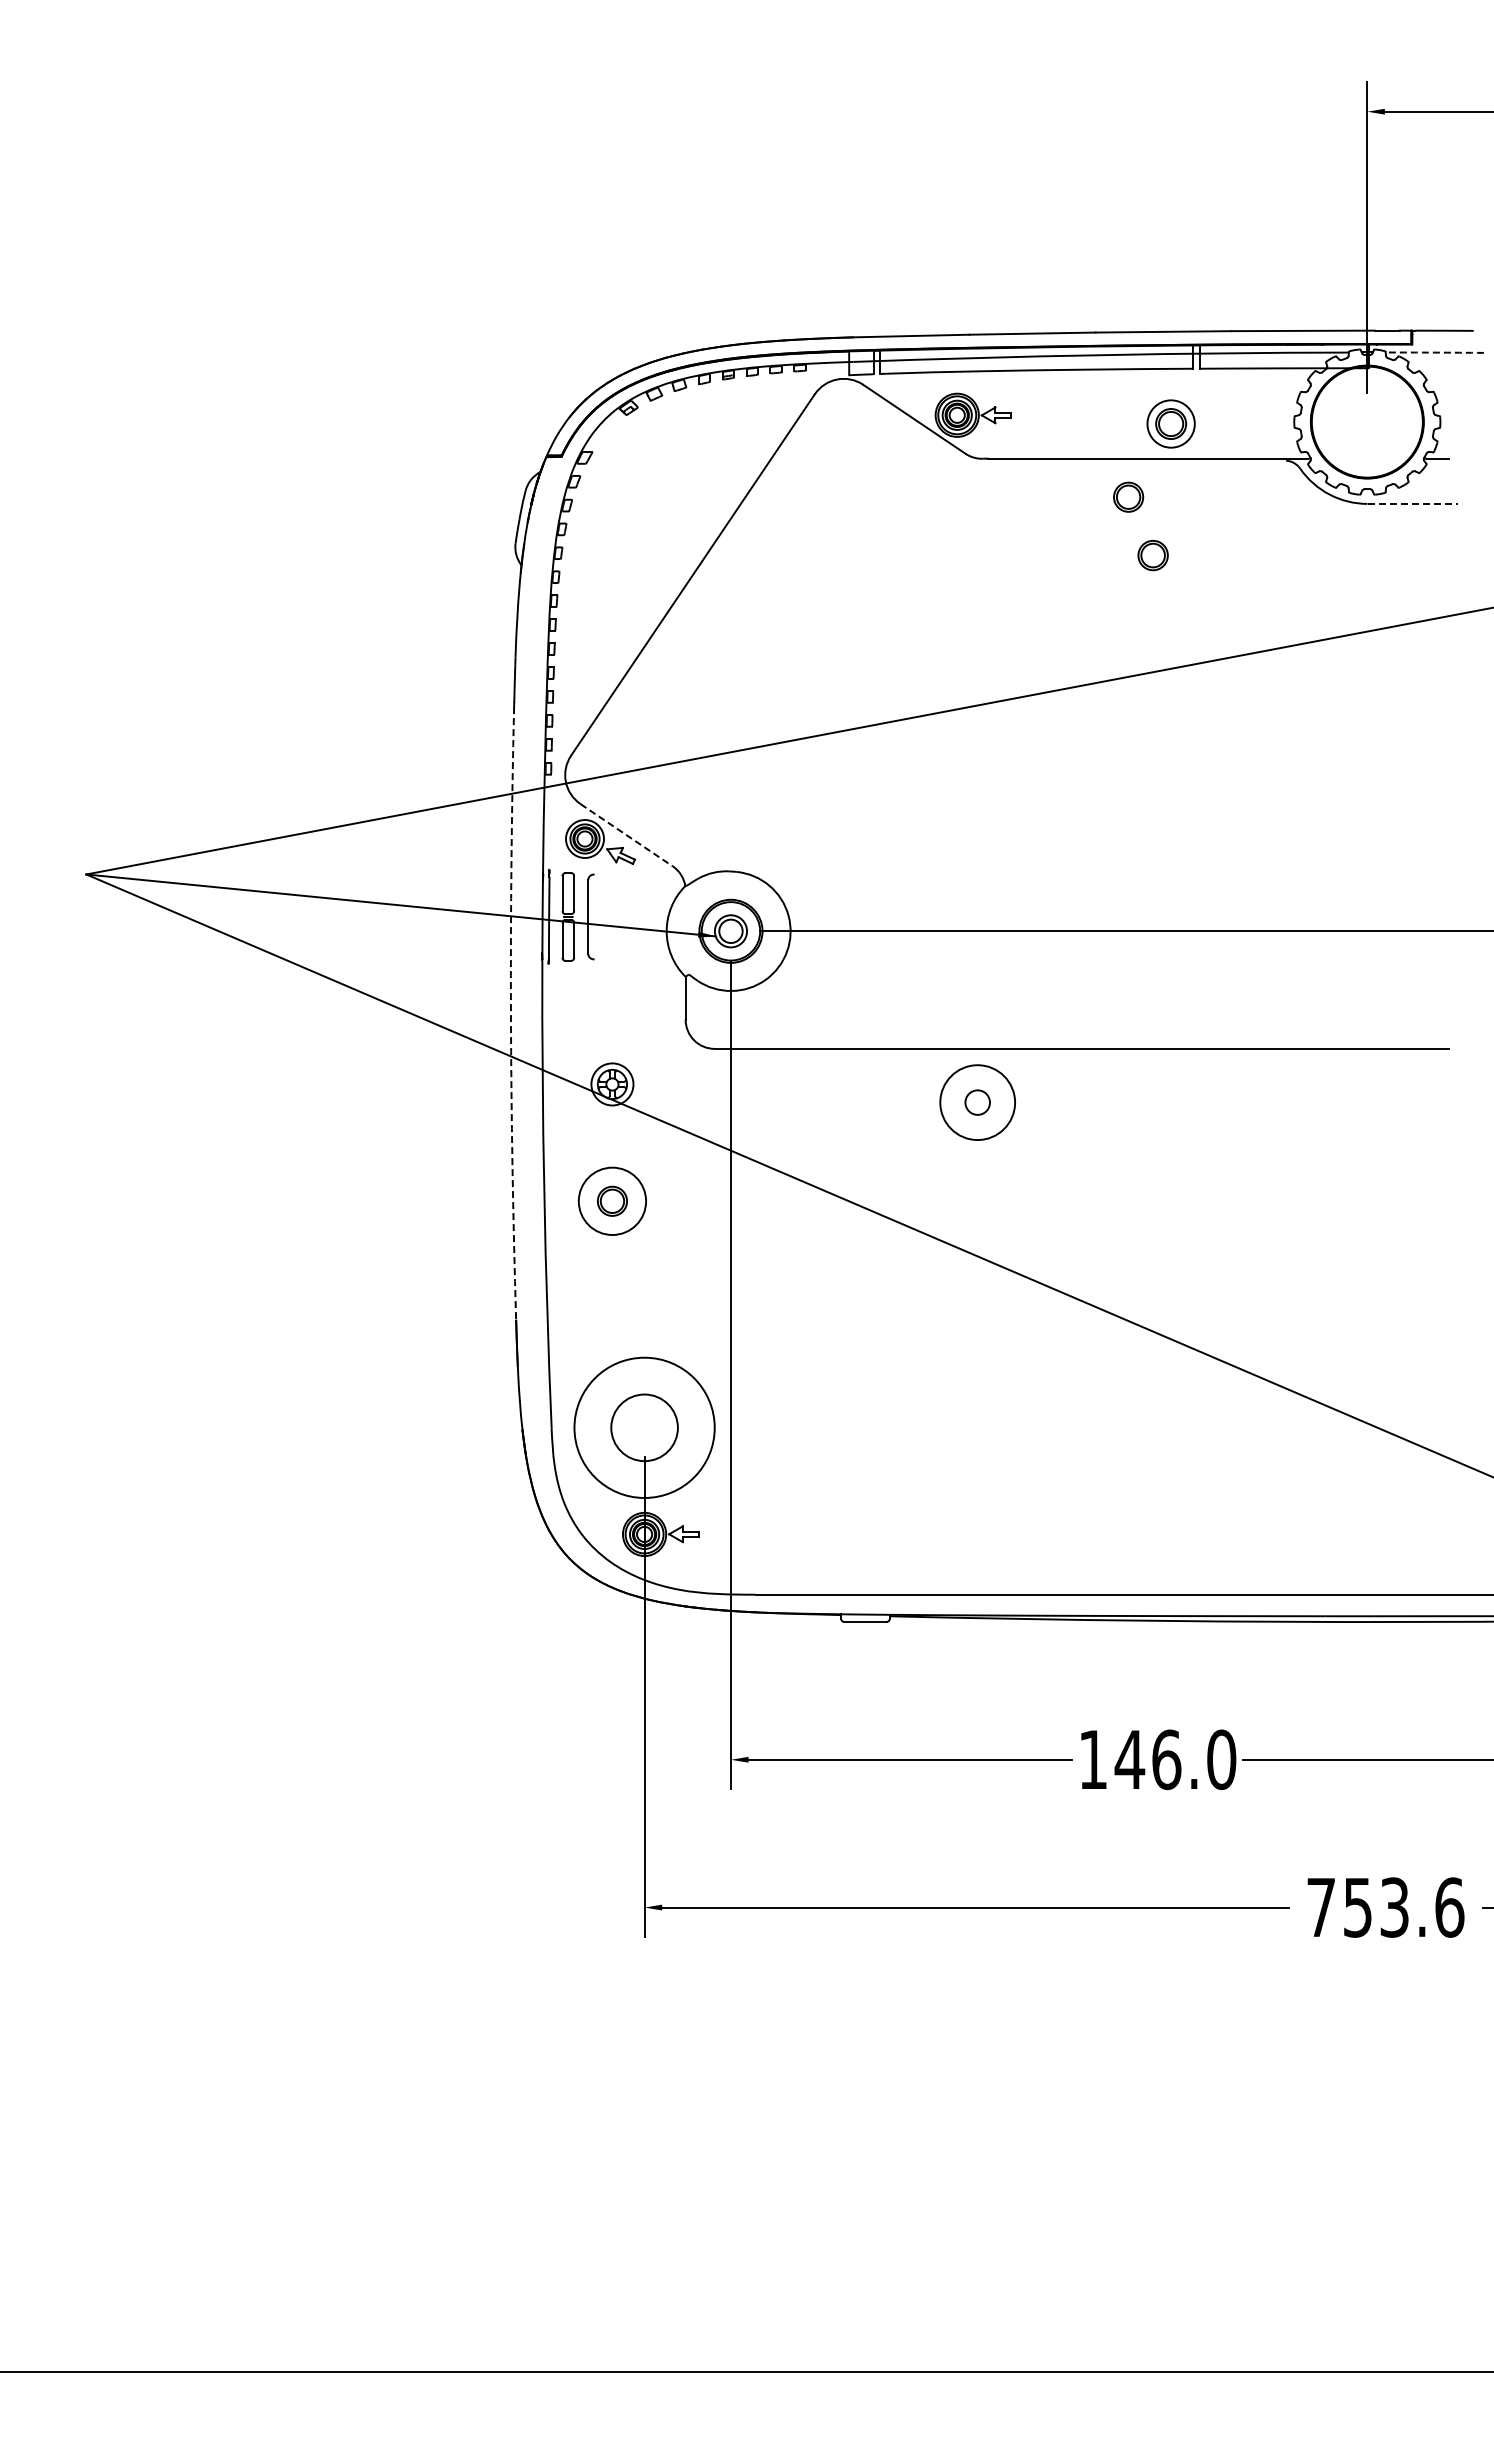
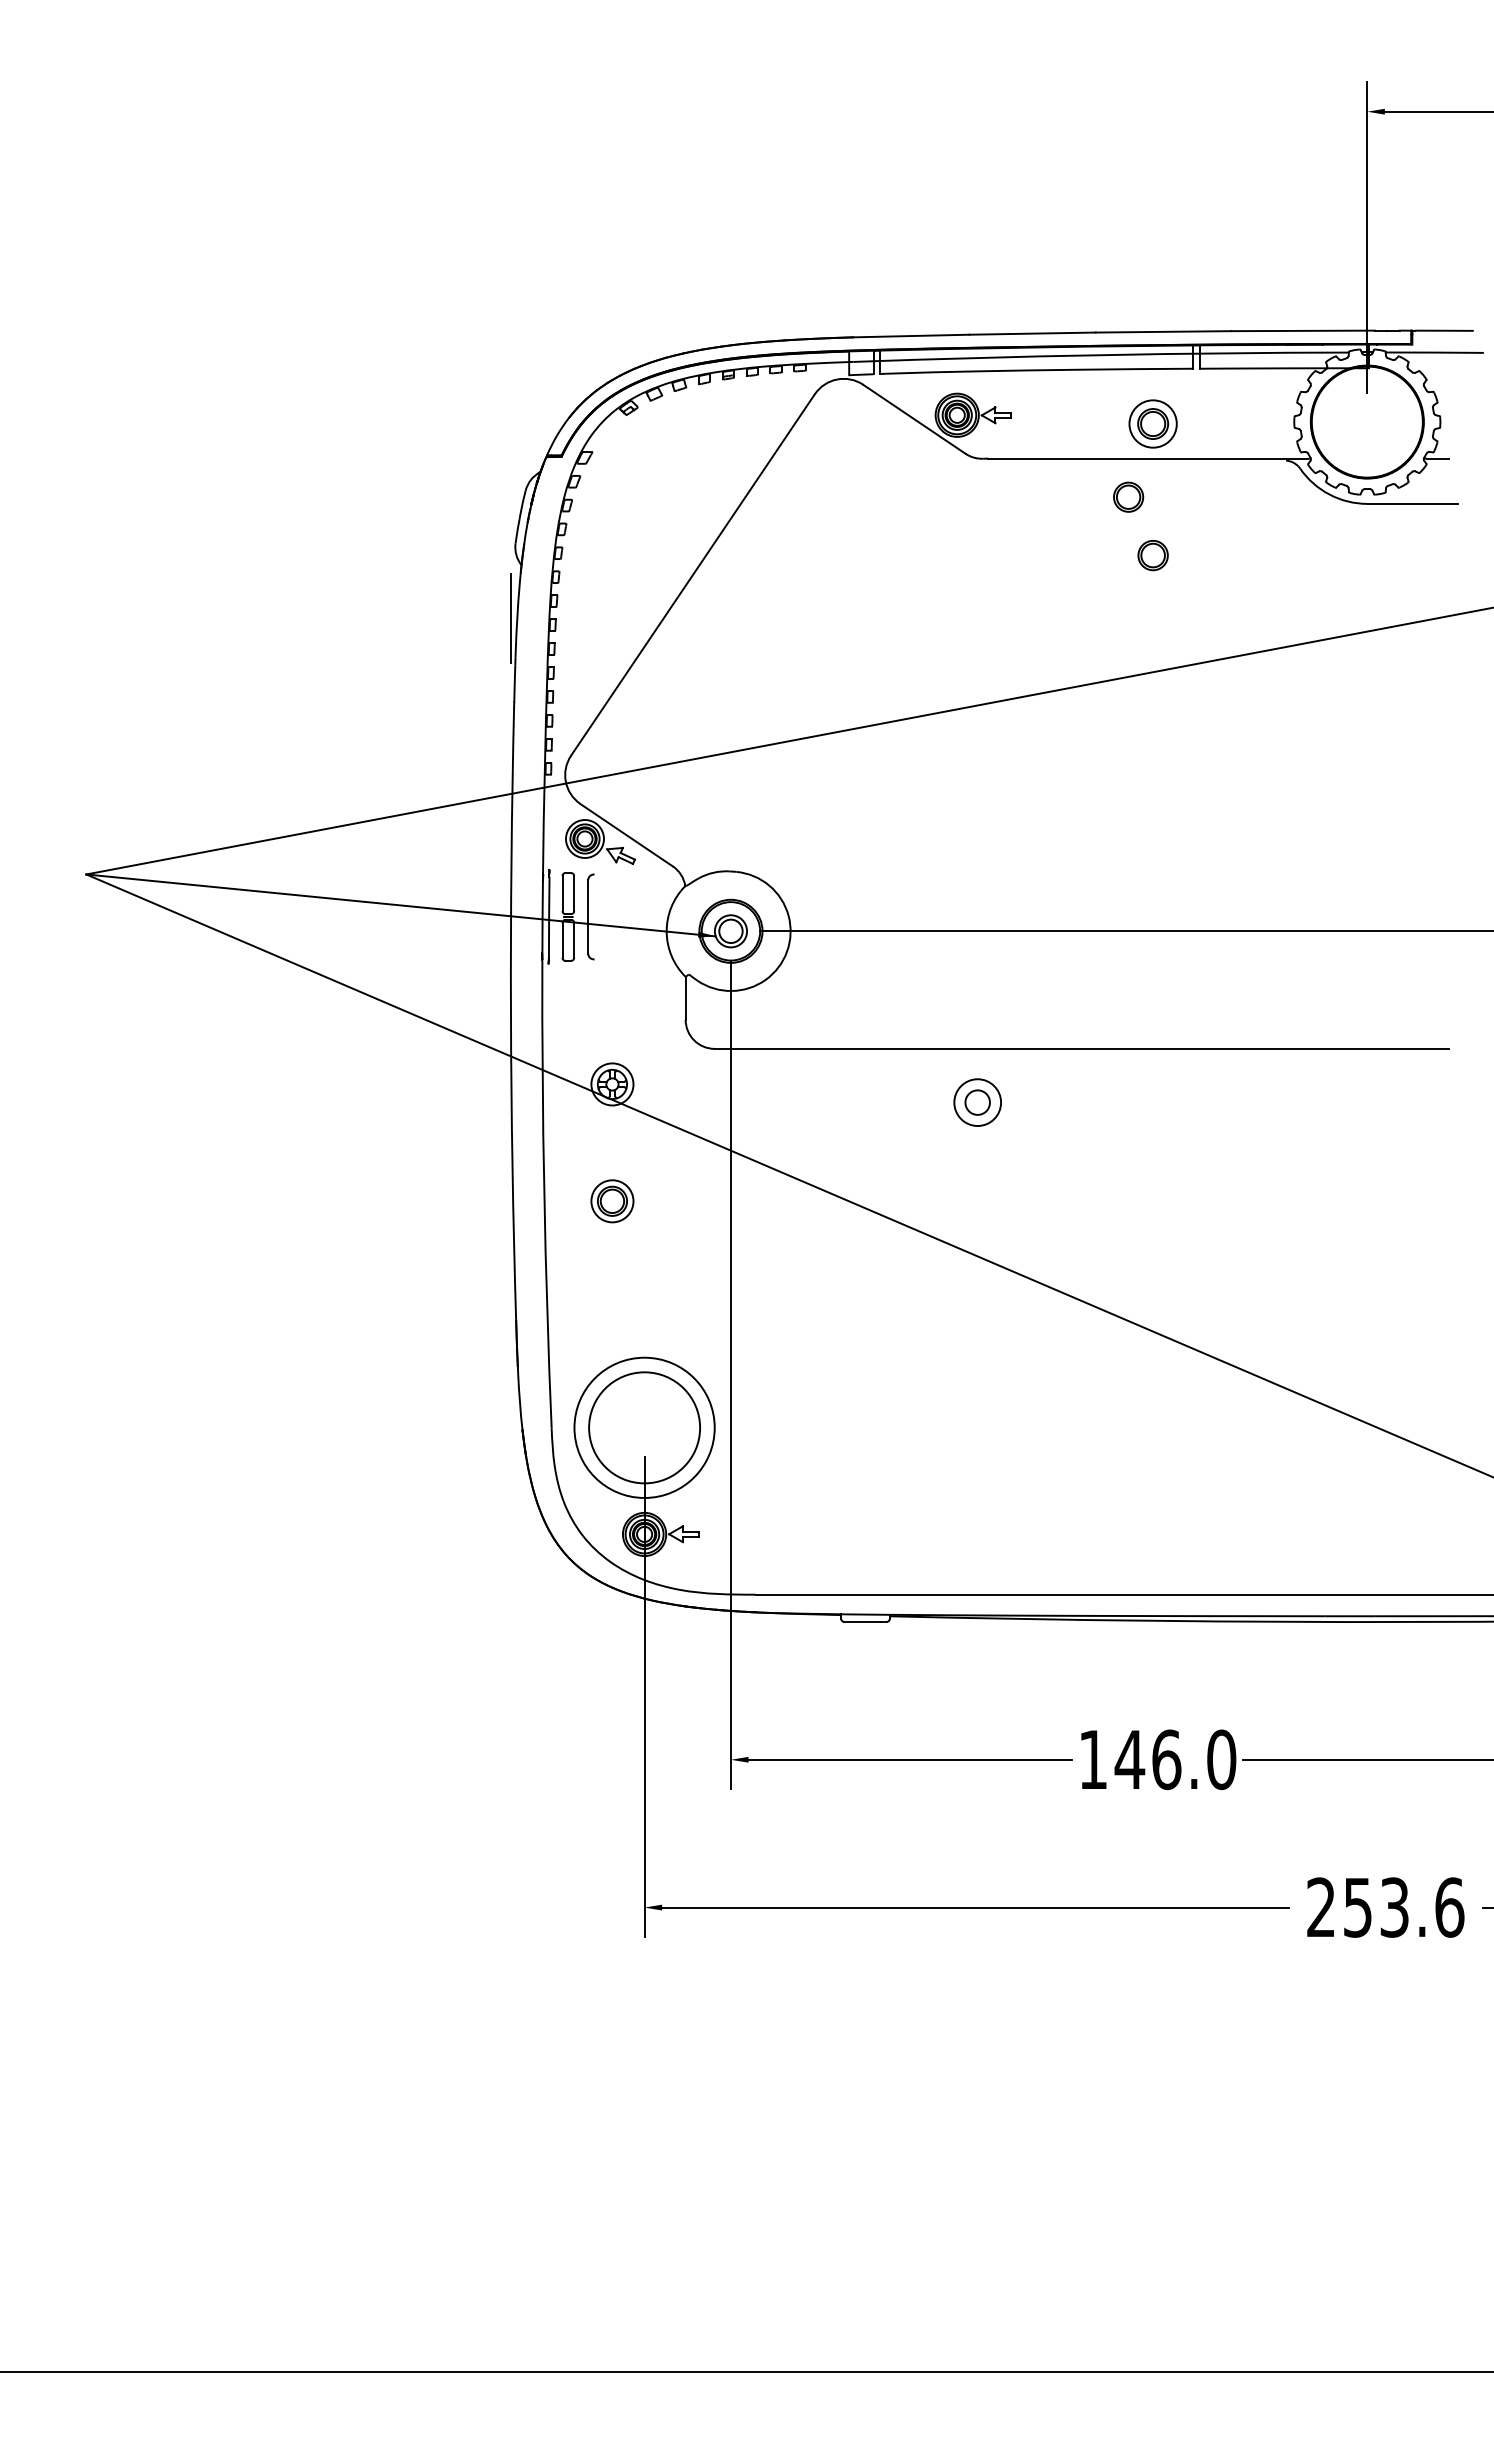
arc at (1434, 352): dashed -> solid
part at (1170, 423) position: (1170, 423) -> (1152, 423)
line at (1413, 503): dashed -> solid
line at (510, 617): none -> present
line at (626, 835): dashed -> solid
arc at (510, 1013): dashed -> solid
circle at (977, 1102) diameter: 75 px -> 47 px
circle at (612, 1201) diameter: 67 px -> 42 px
circle at (644, 1427) diameter: 67 px -> 111 px
text at (1320, 1906): 753.6 -> 253.6
